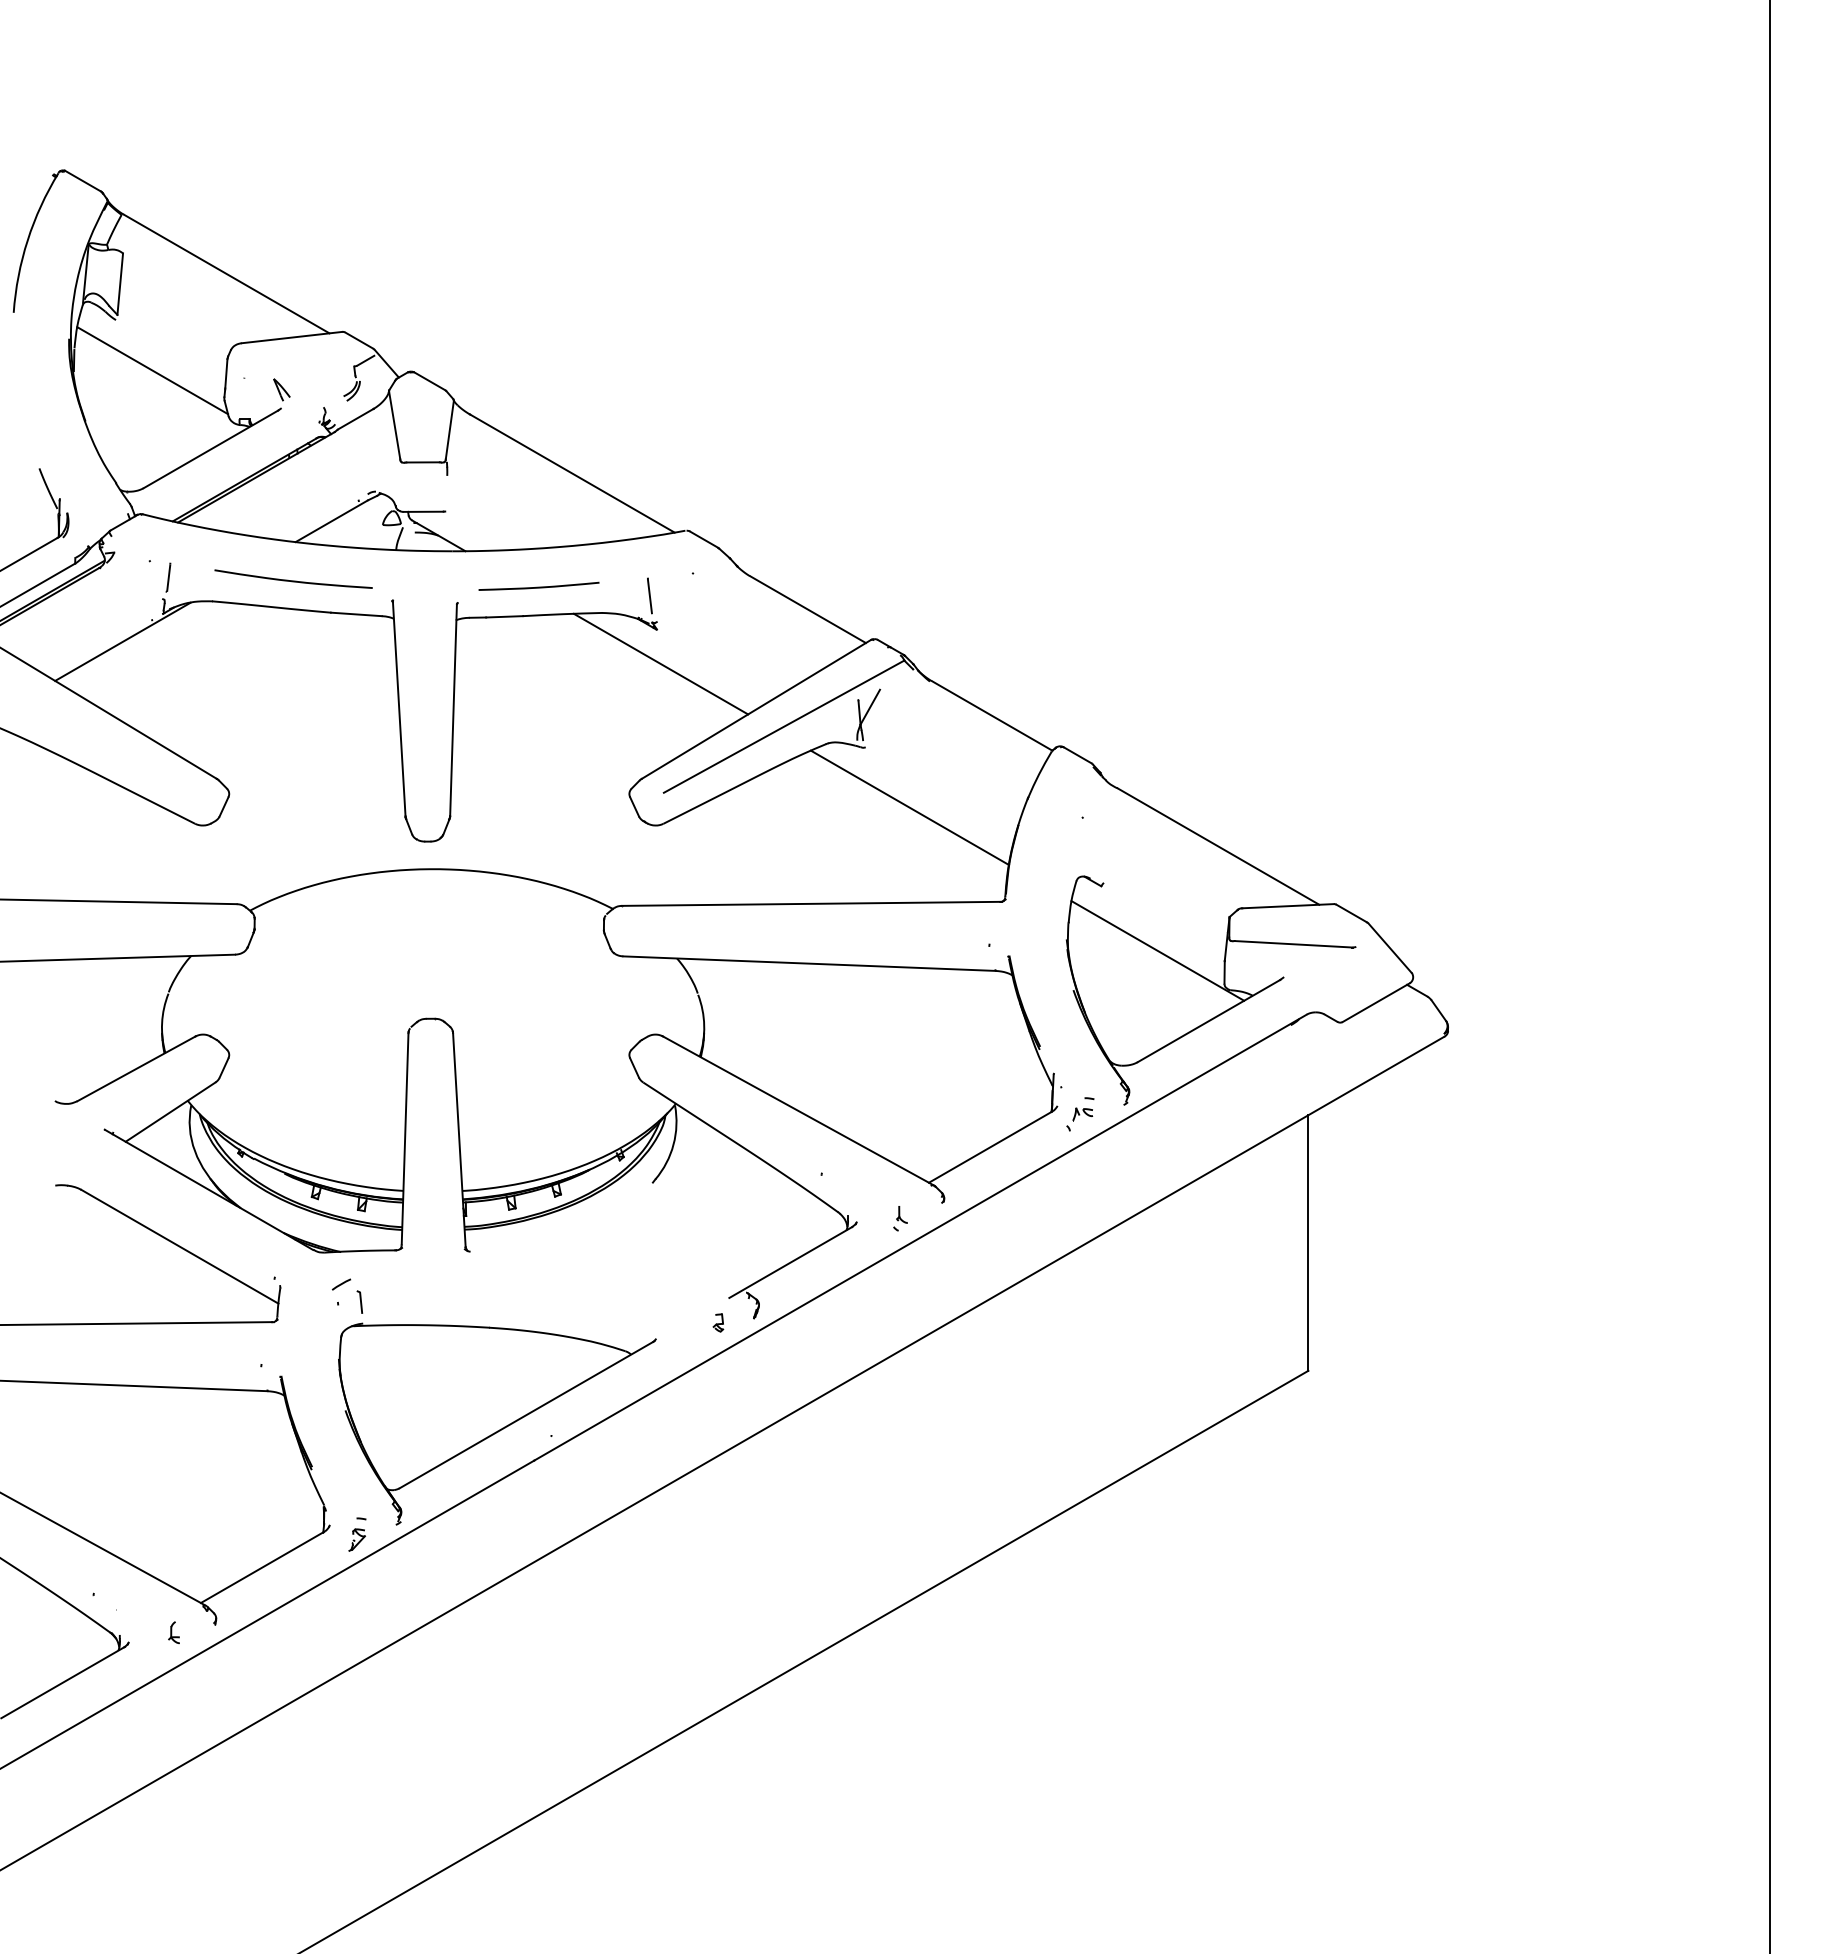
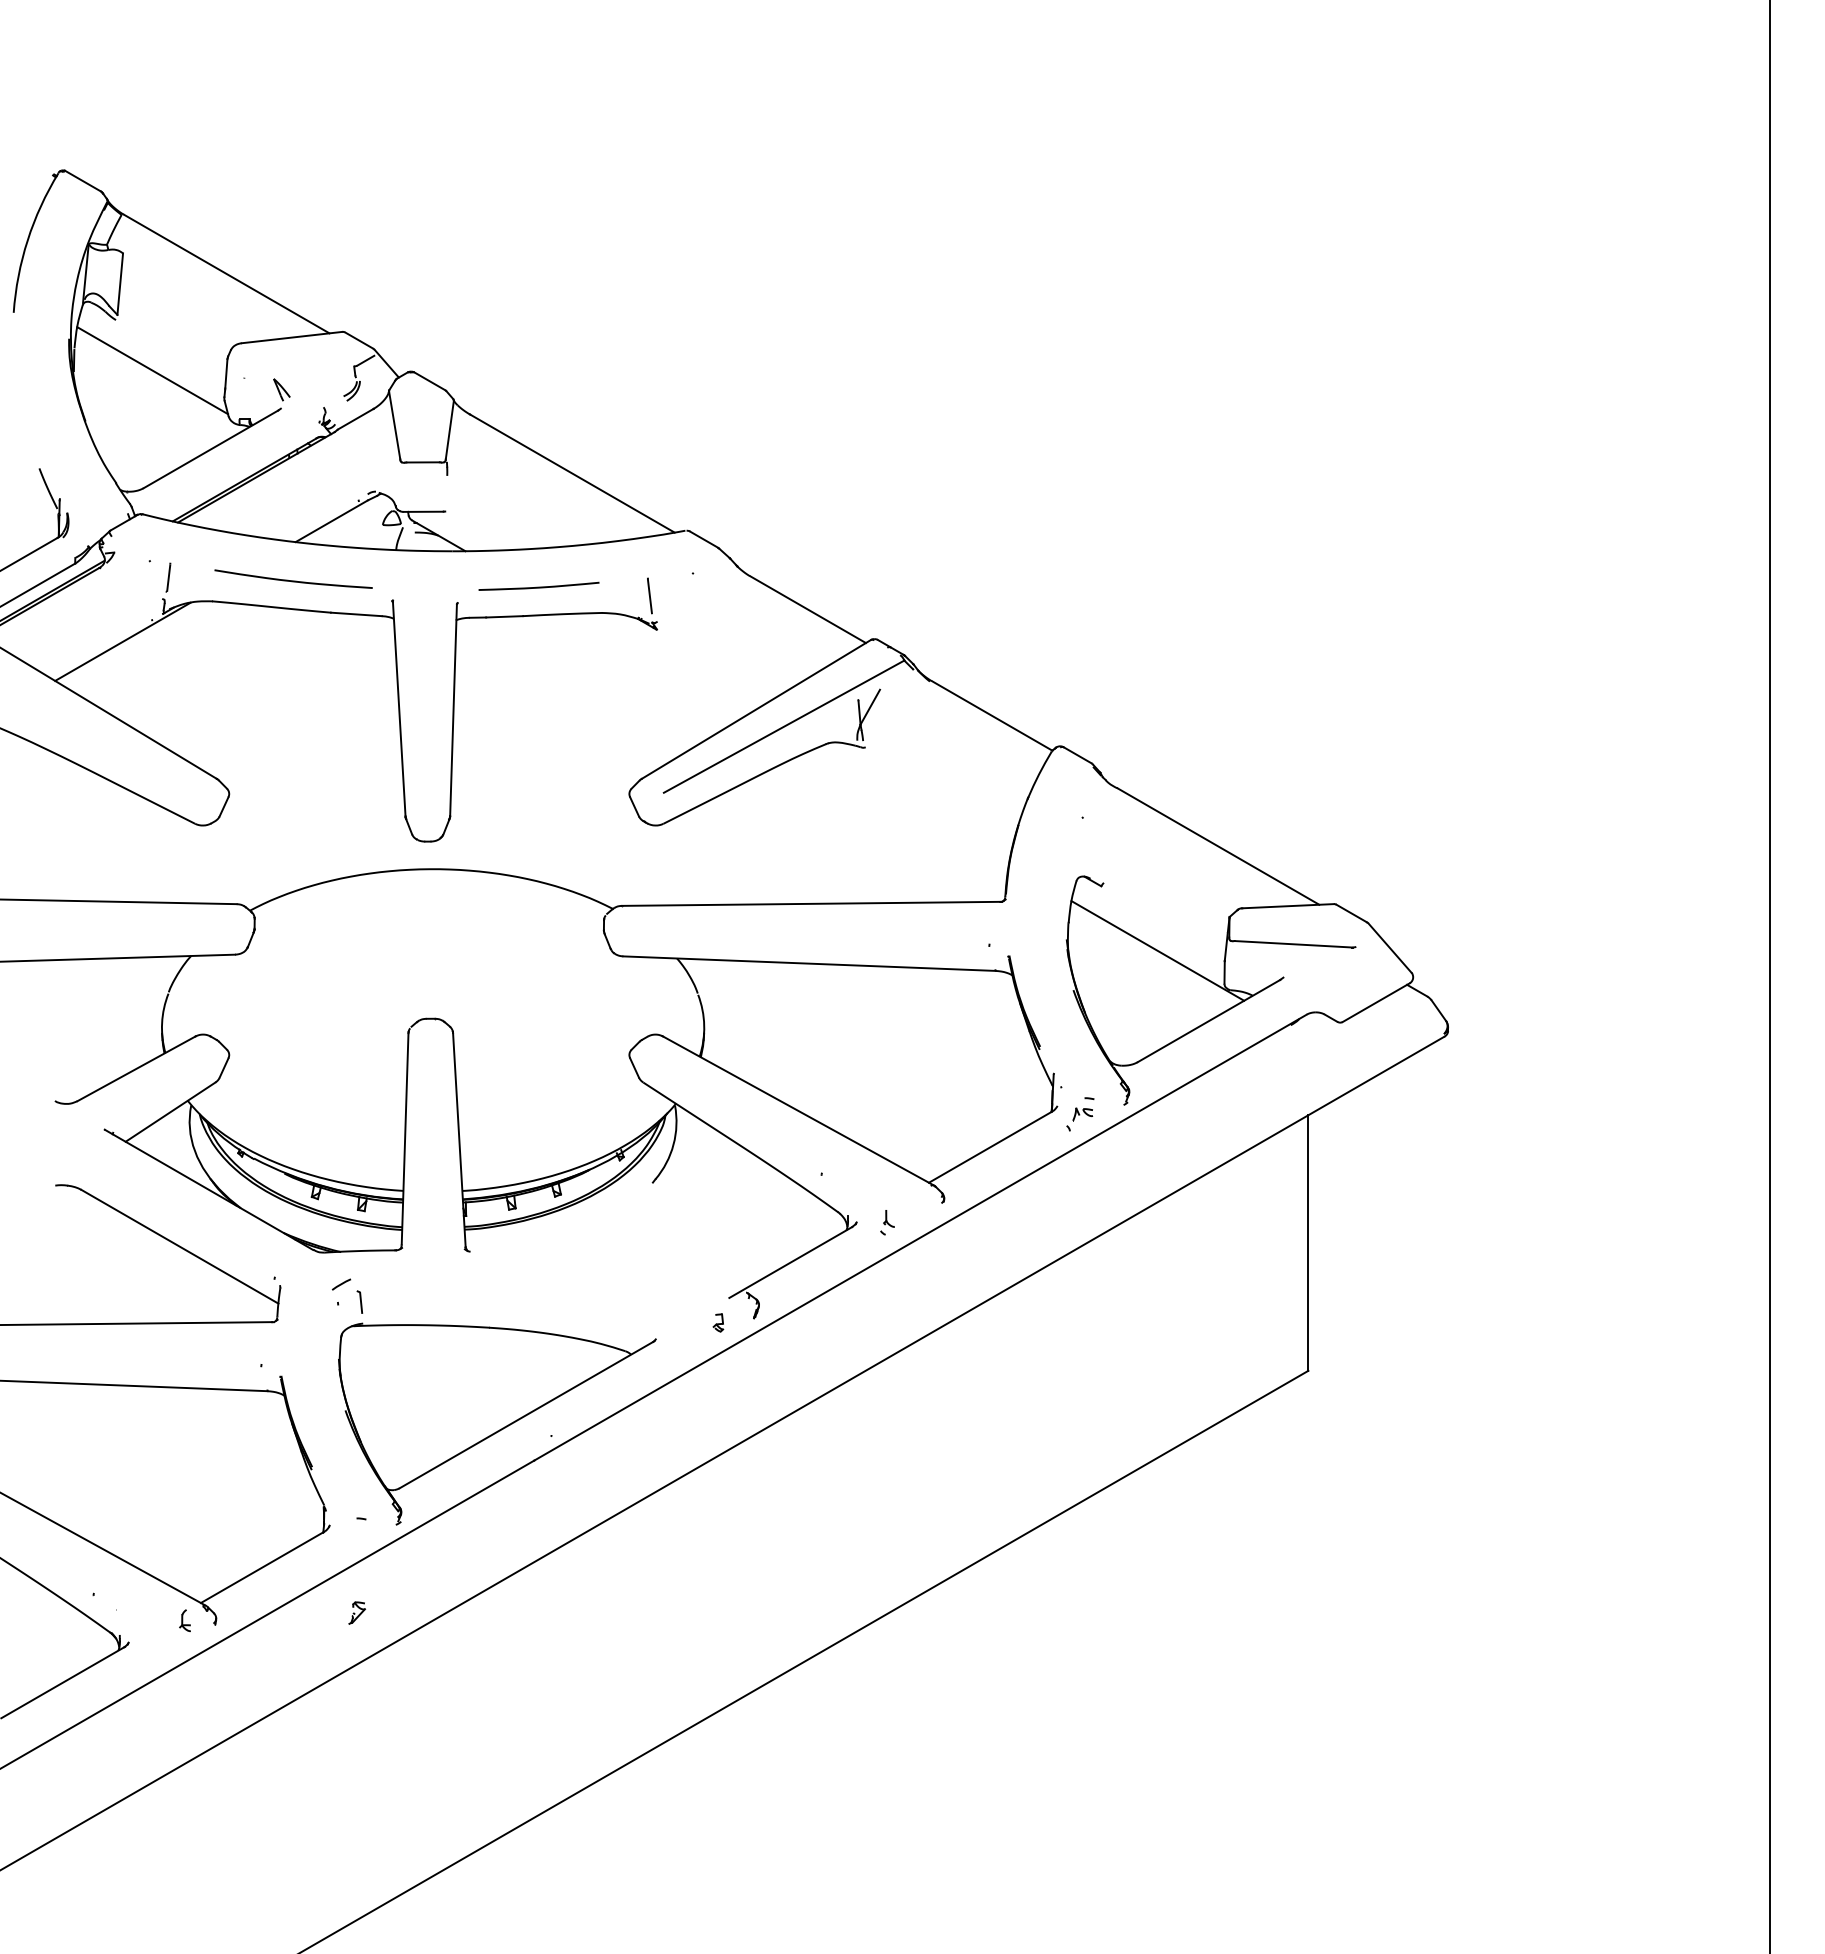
line at (660, 663): present -> none
line at (909, 807): present -> none
part at (900, 1218) position: (900, 1218) -> (887, 1222)
part at (356, 1539) position: (356, 1539) -> (356, 1612)
part at (173, 1632) position: (173, 1632) -> (184, 1620)
